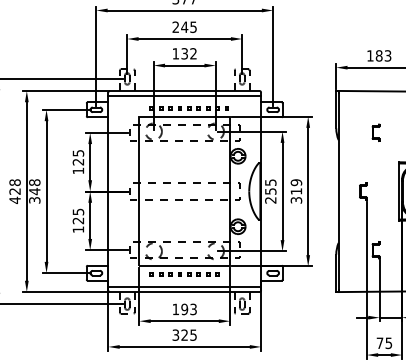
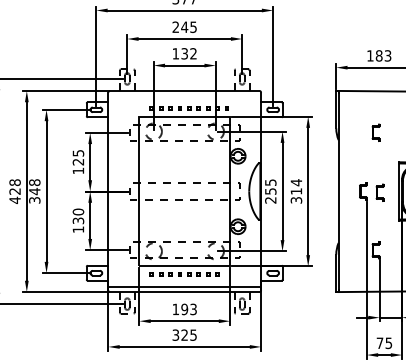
line at (184, 96): present -> none
text at (296, 182): 319 -> 314
part at (379, 192): none -> present
text at (78, 216): 125 -> 130
